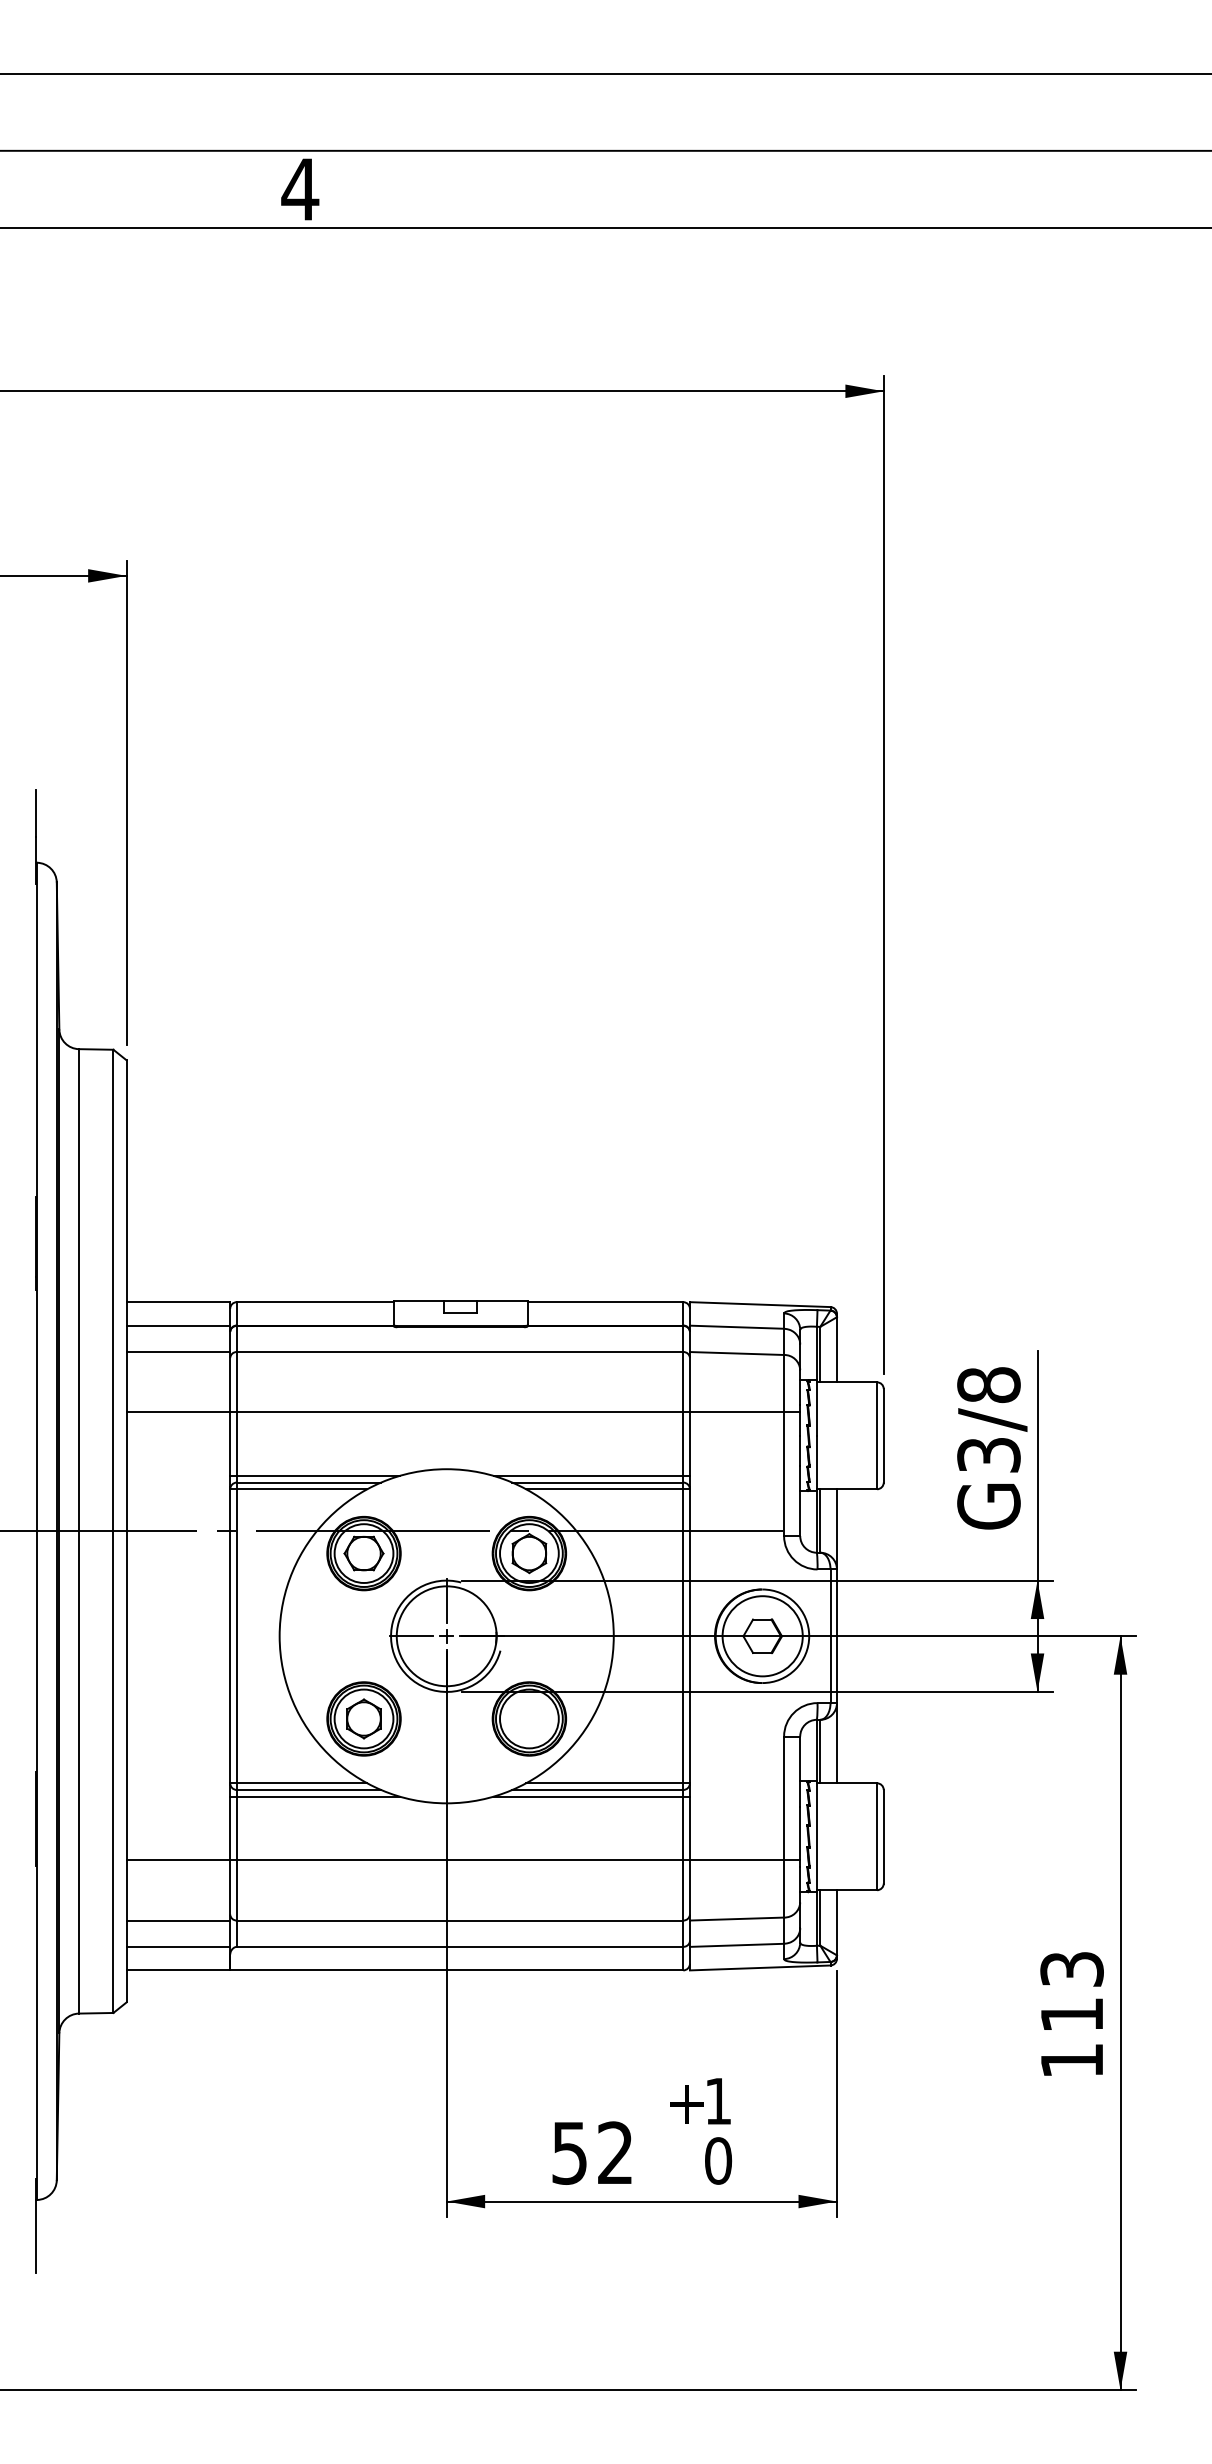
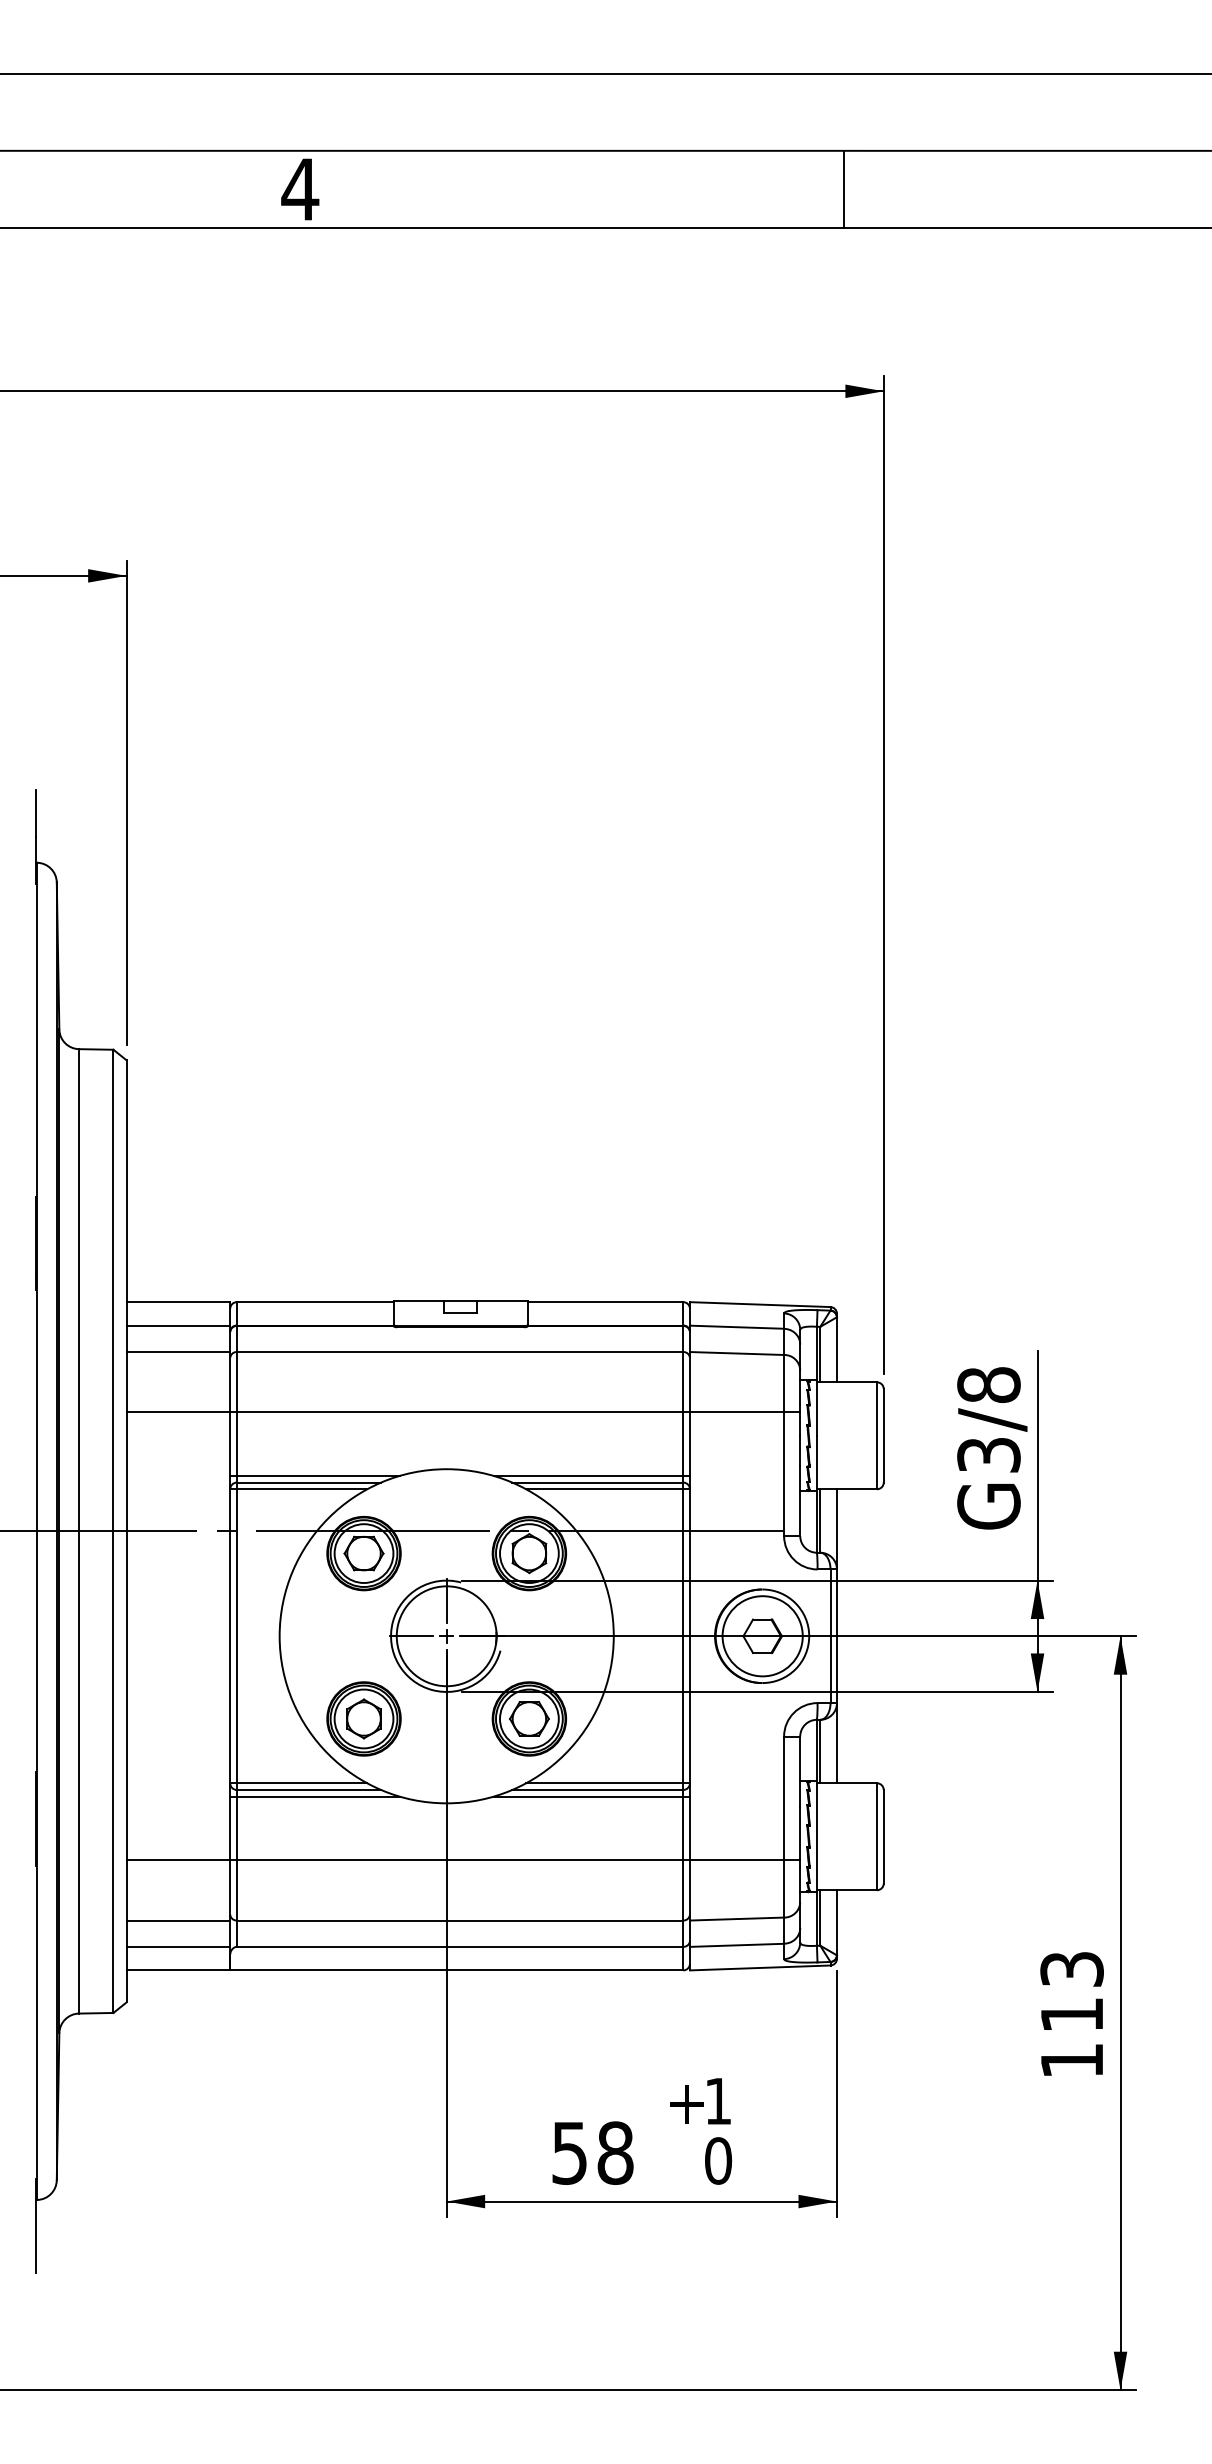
line at (844, 188): none -> present
part at (529, 1718): none -> present
text at (615, 2152): 52 -> 58
